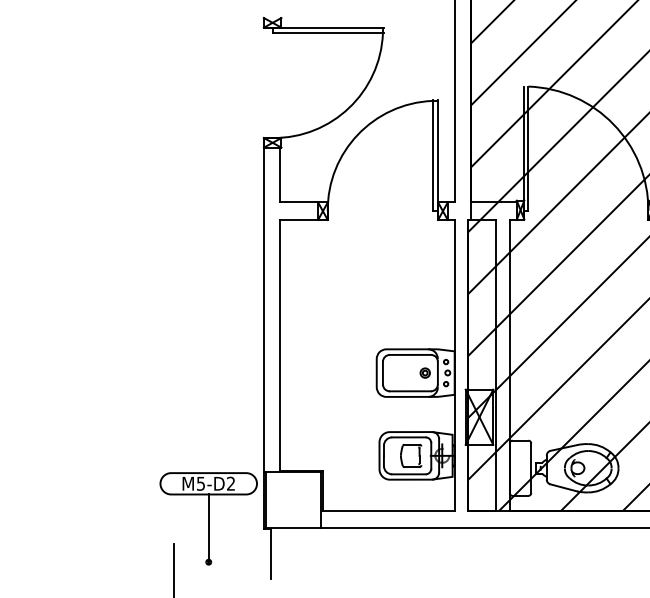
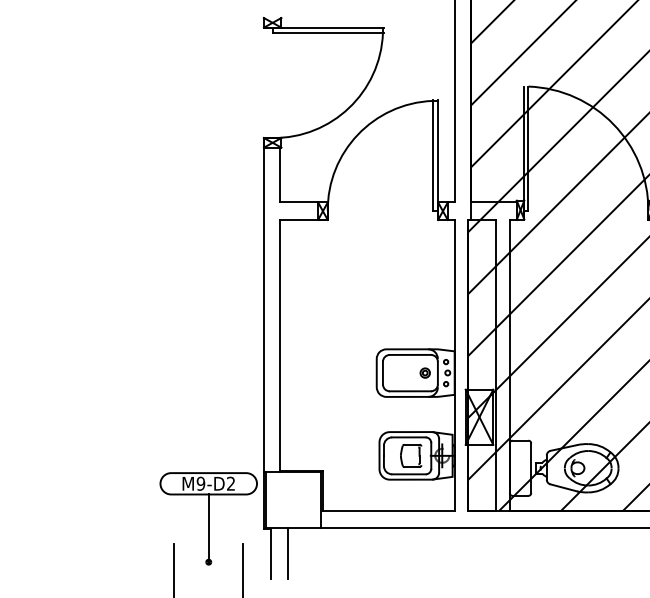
text at (200, 483): M5-D2 -> M9-D2
line at (287, 552): none -> present
line at (243, 569): none -> present
